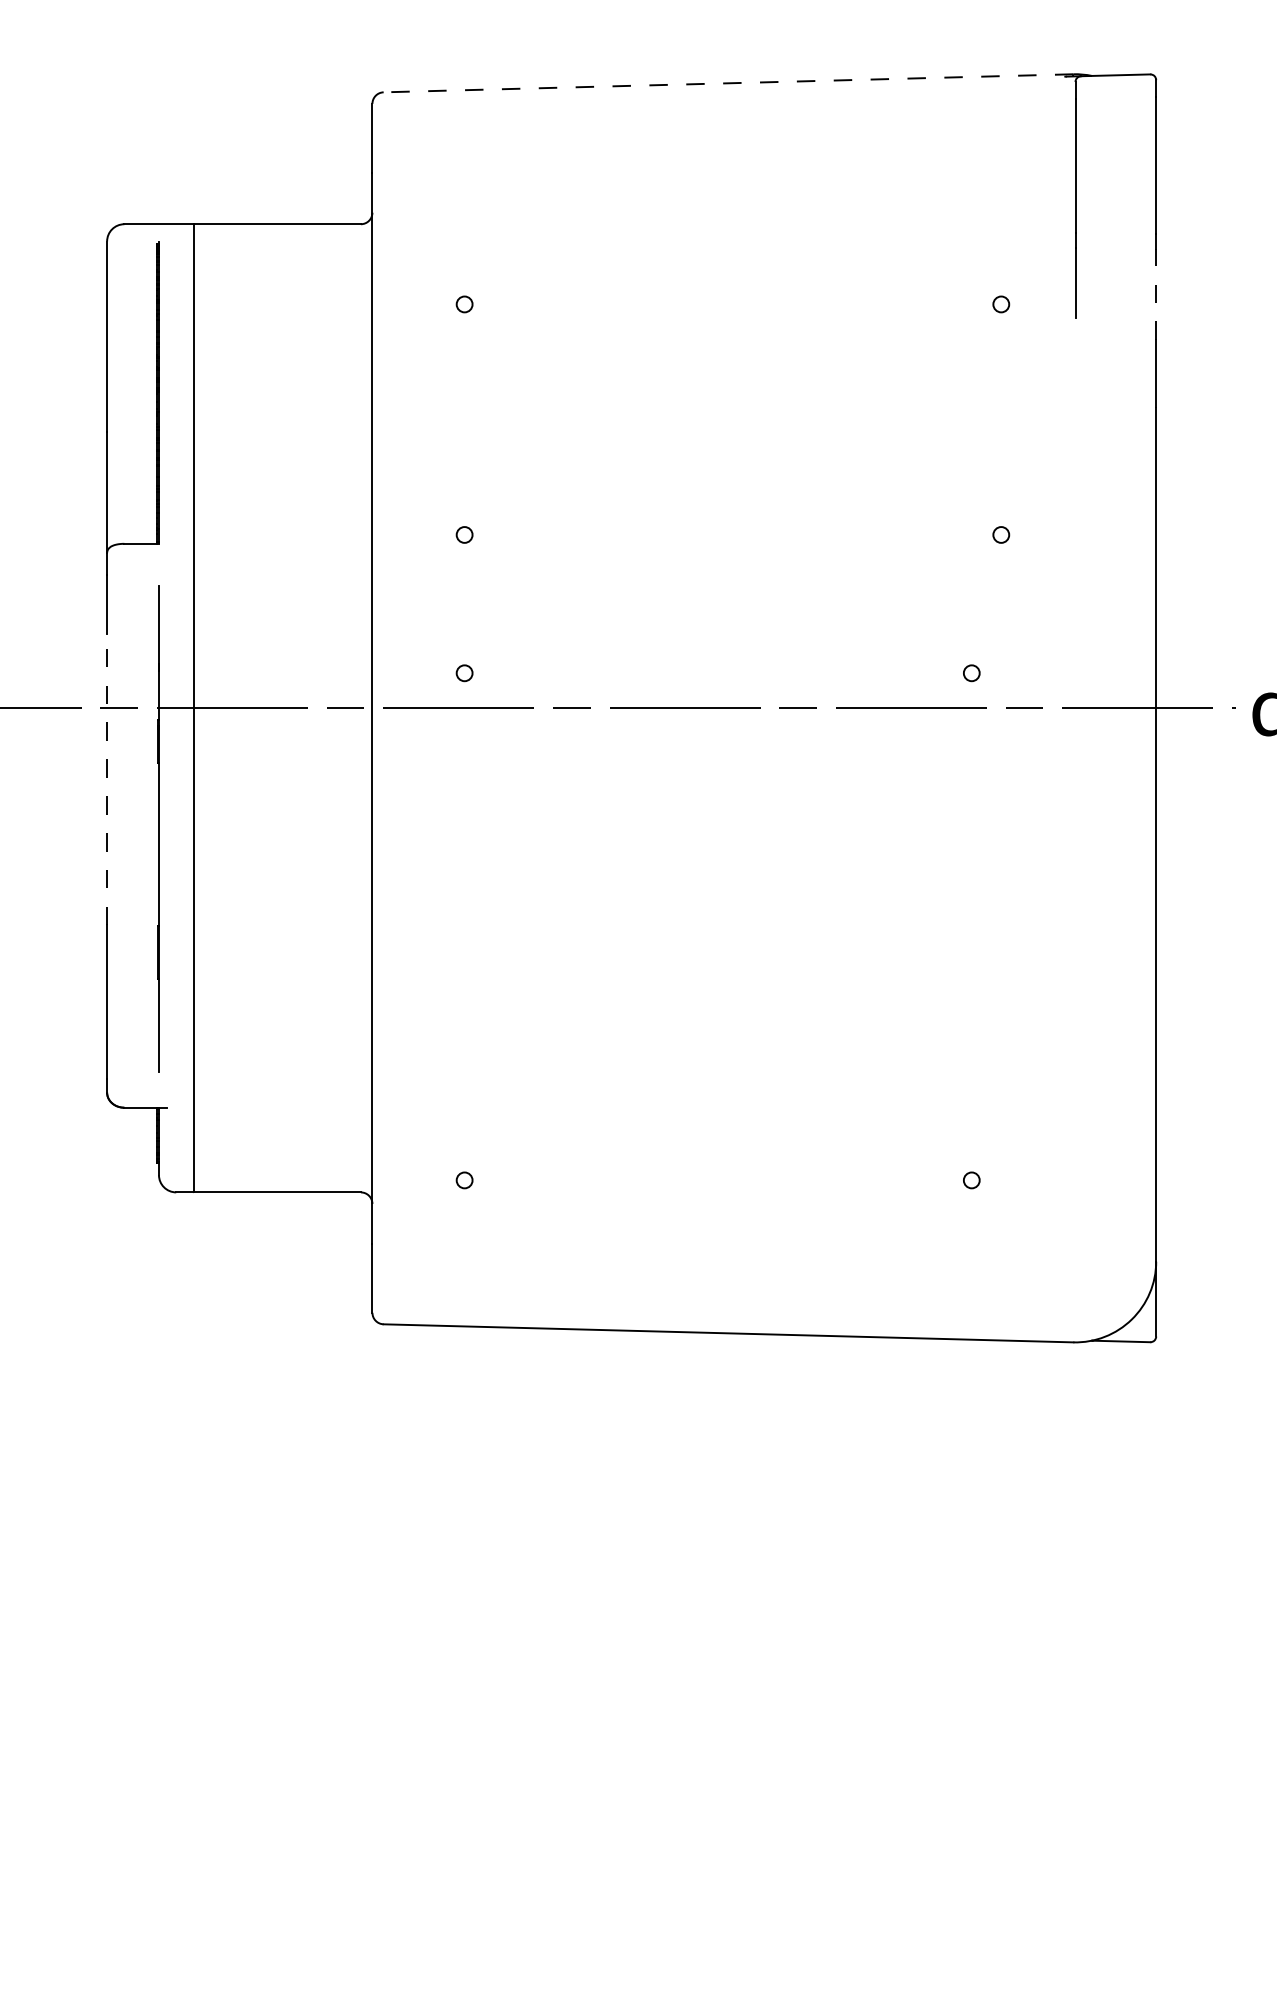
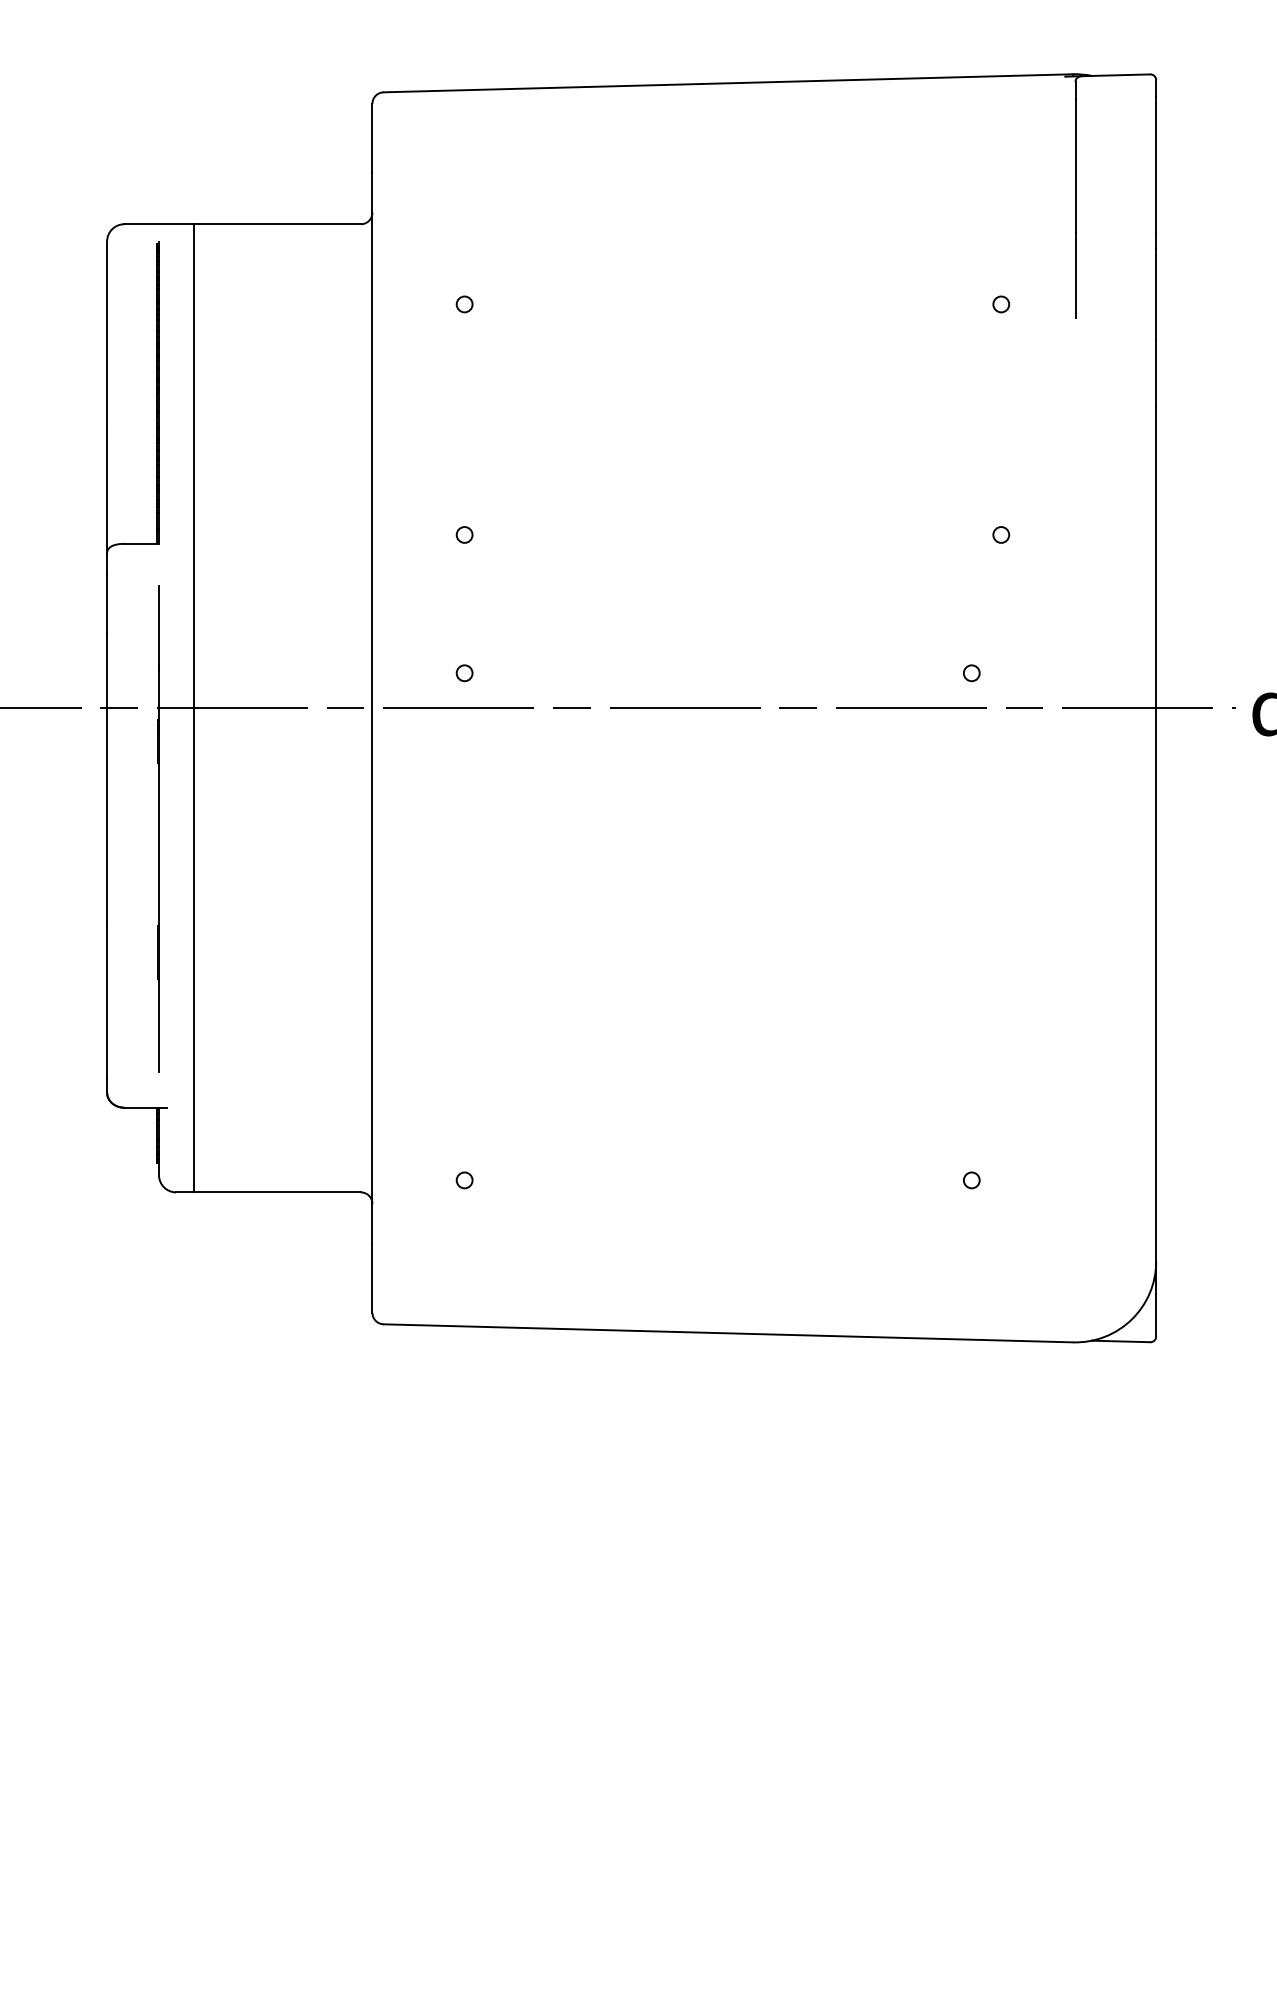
line at (728, 83): dashed -> solid
line at (1156, 294): dashed -> solid
line at (107, 779): dashed -> solid
